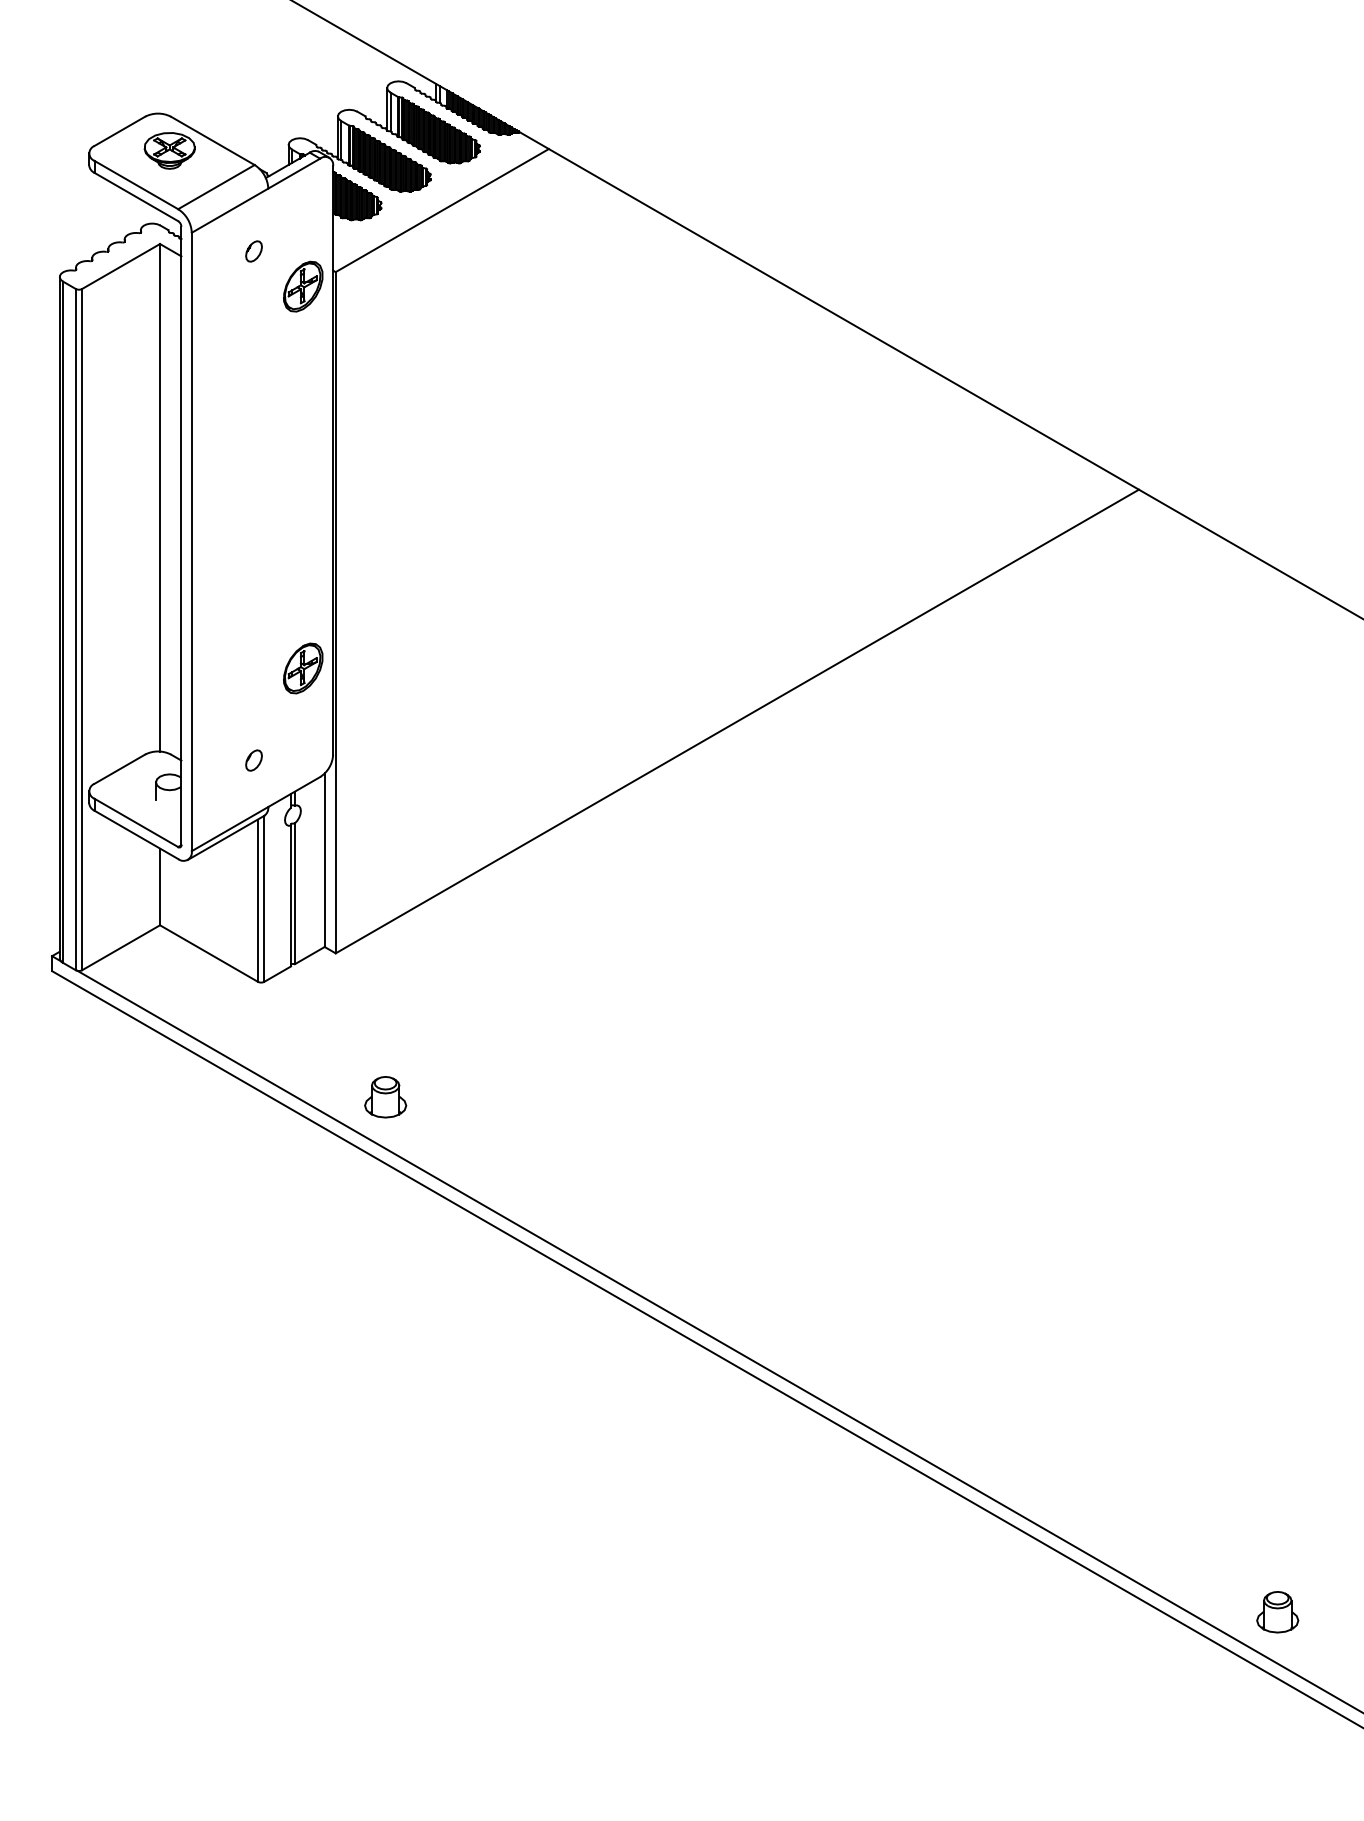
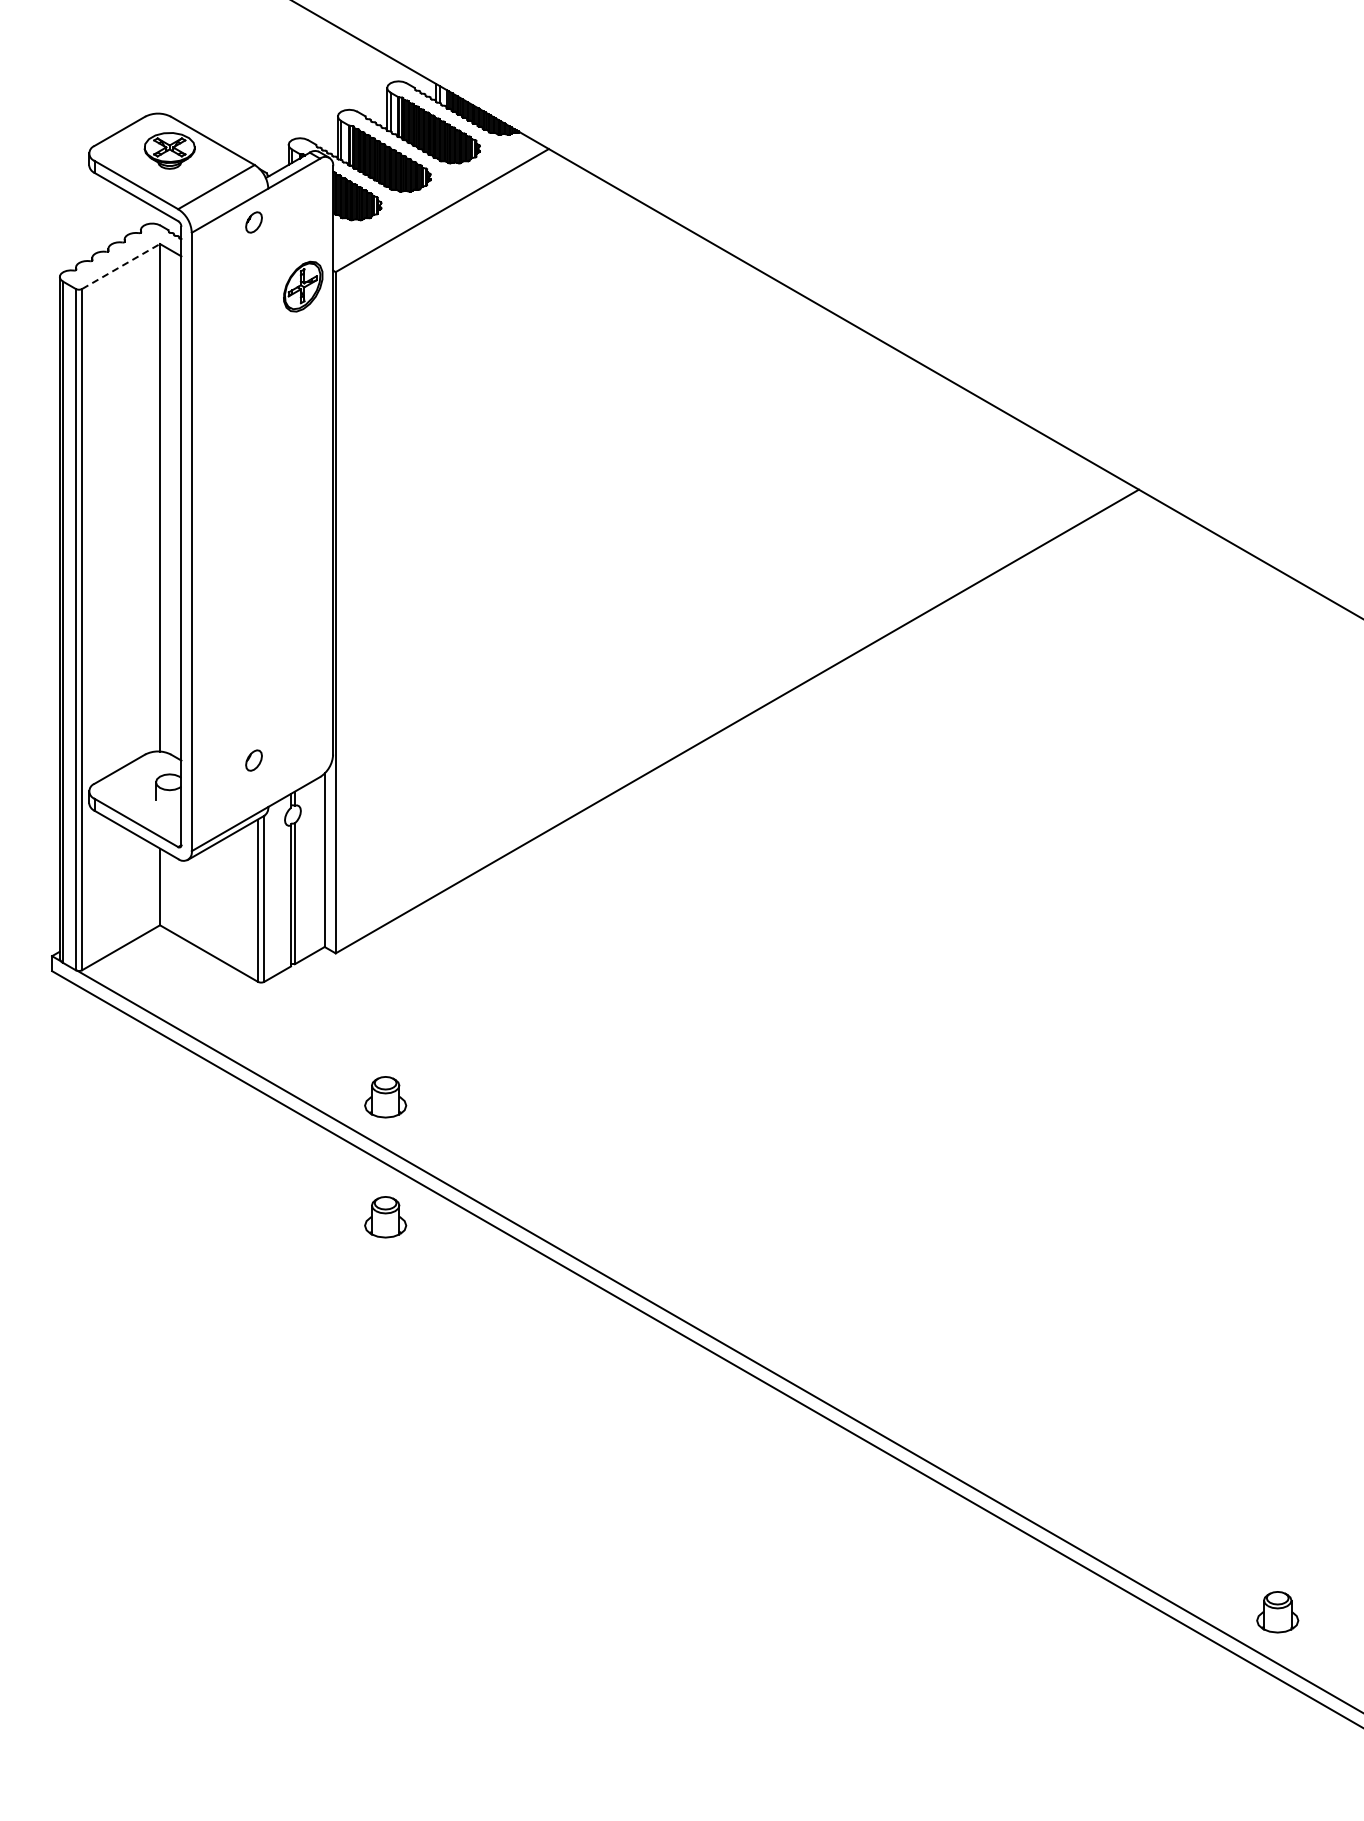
part at (253, 251) position: (253, 251) -> (253, 222)
line at (121, 266): solid -> dashed
part at (303, 668): present -> none
part at (385, 1217): none -> present
